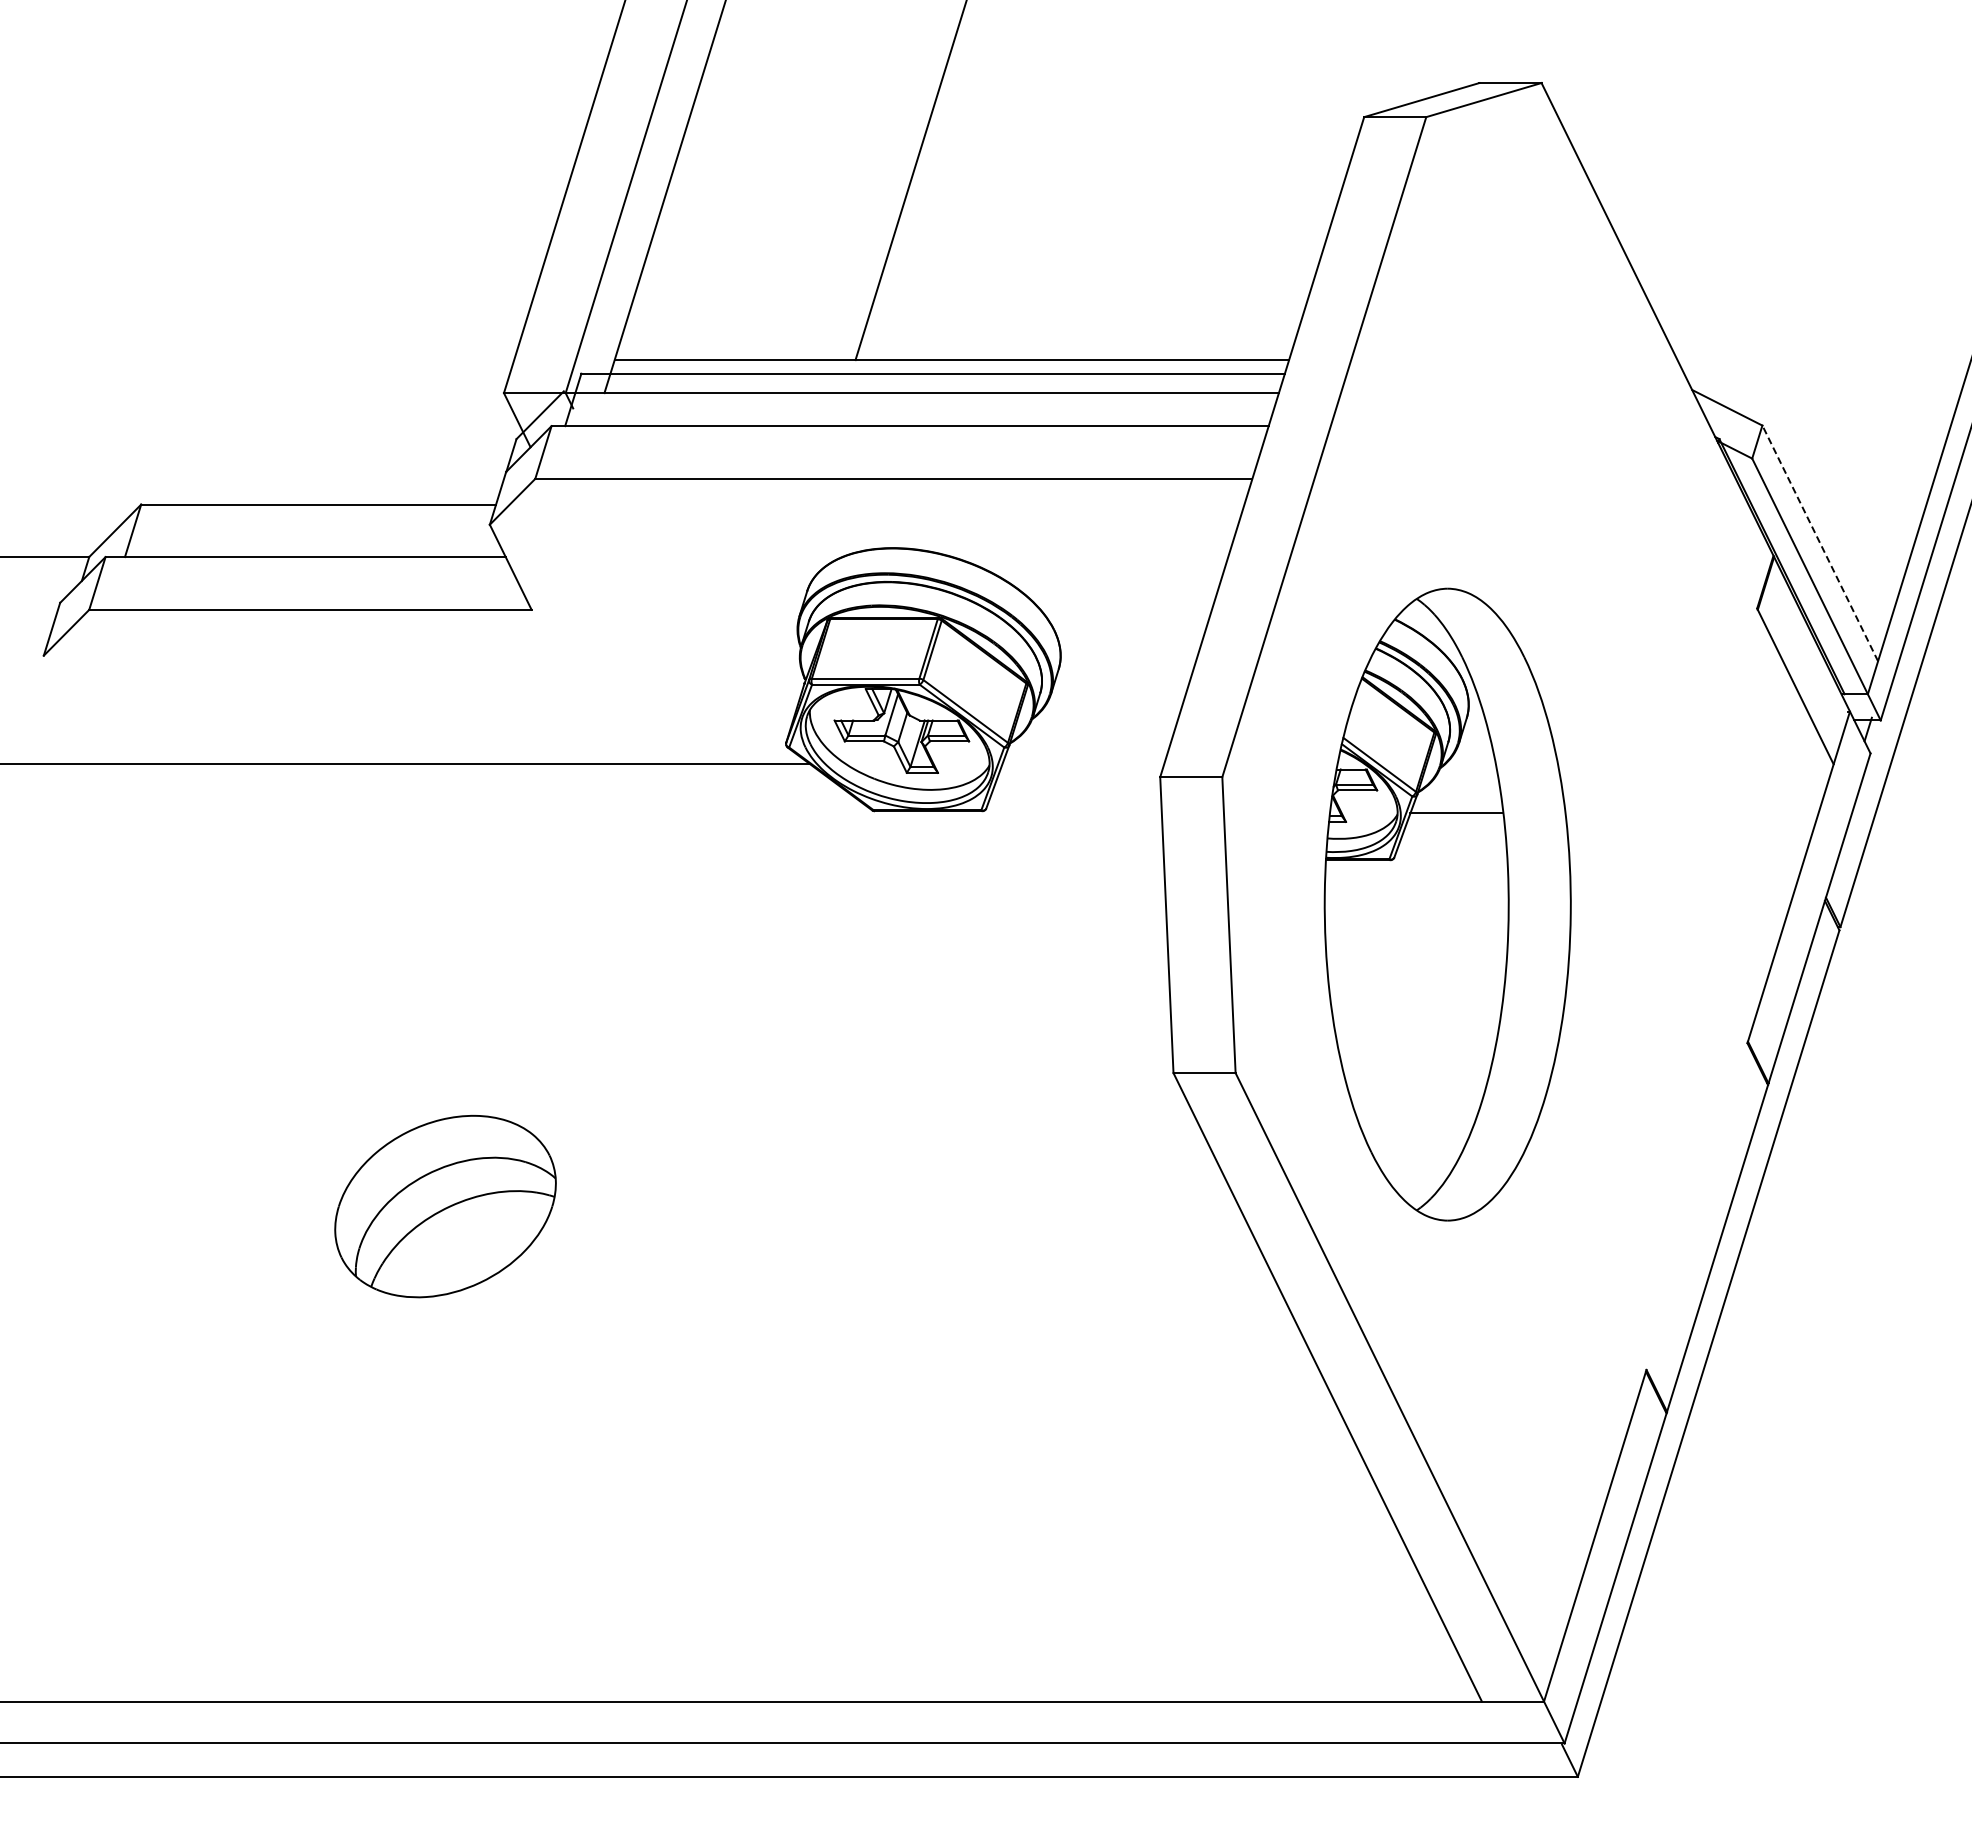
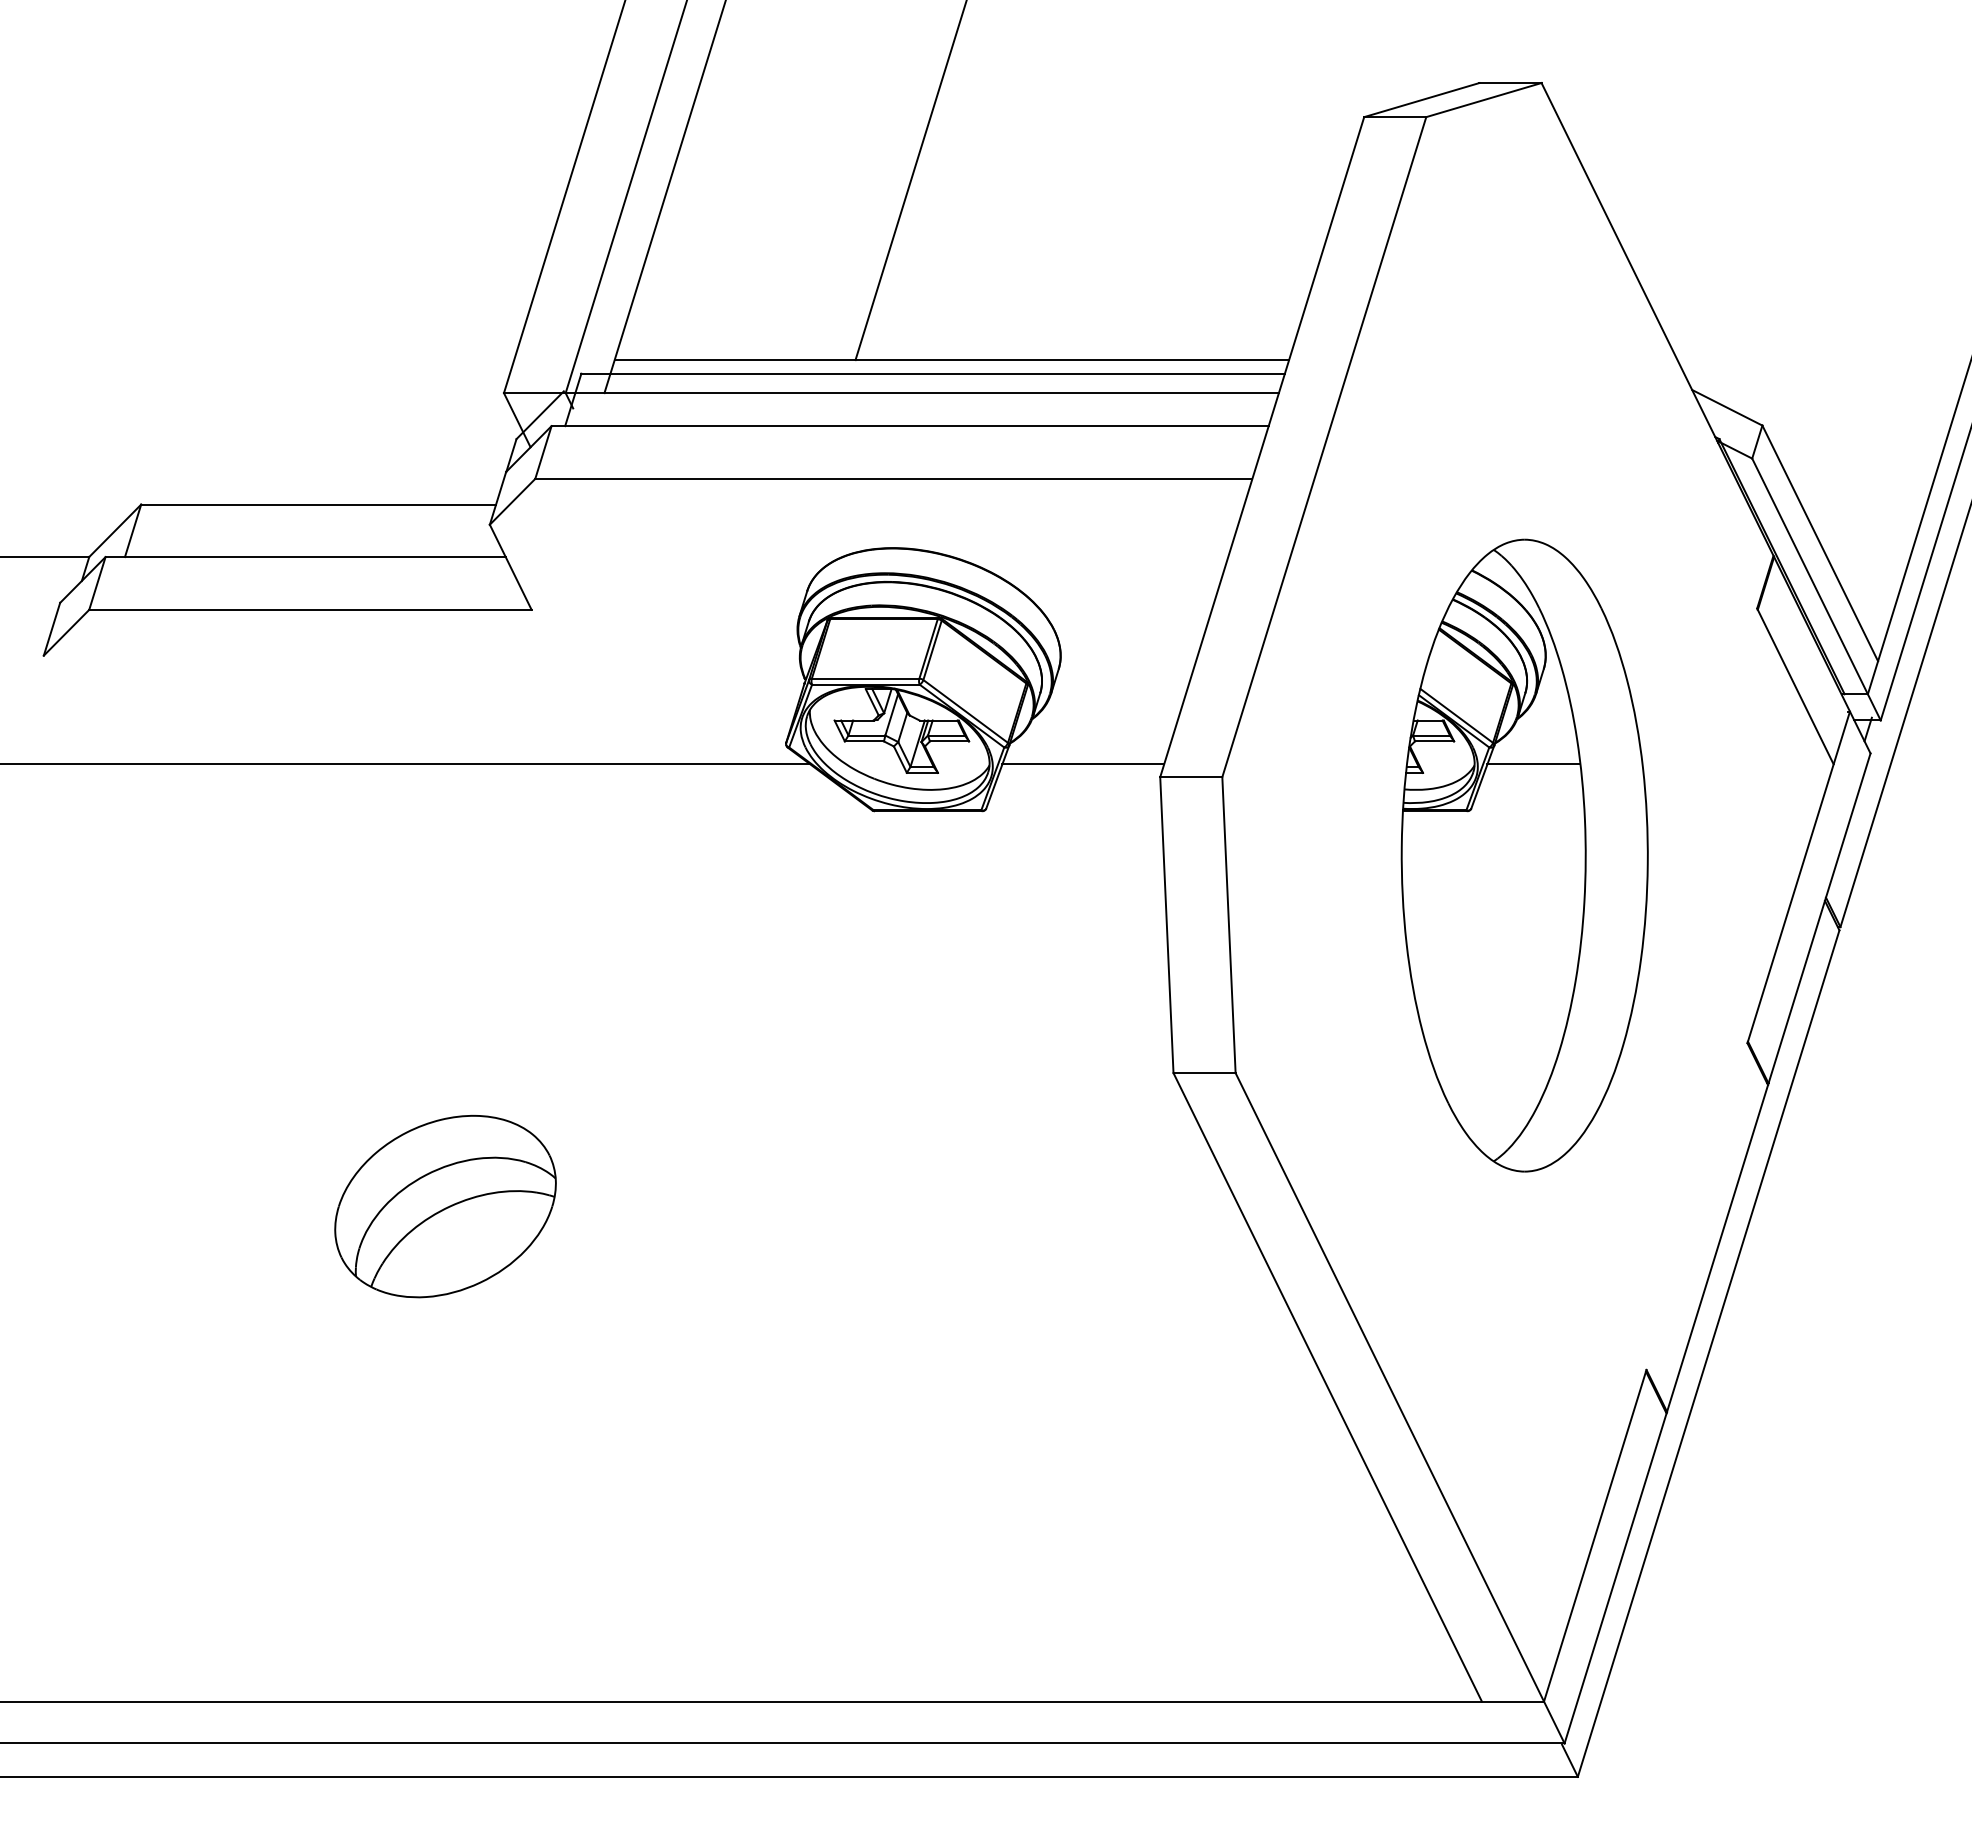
line at (1820, 542): dashed -> solid
line at (1083, 764): none -> present
part at (1447, 904) position: (1447, 904) -> (1524, 855)
